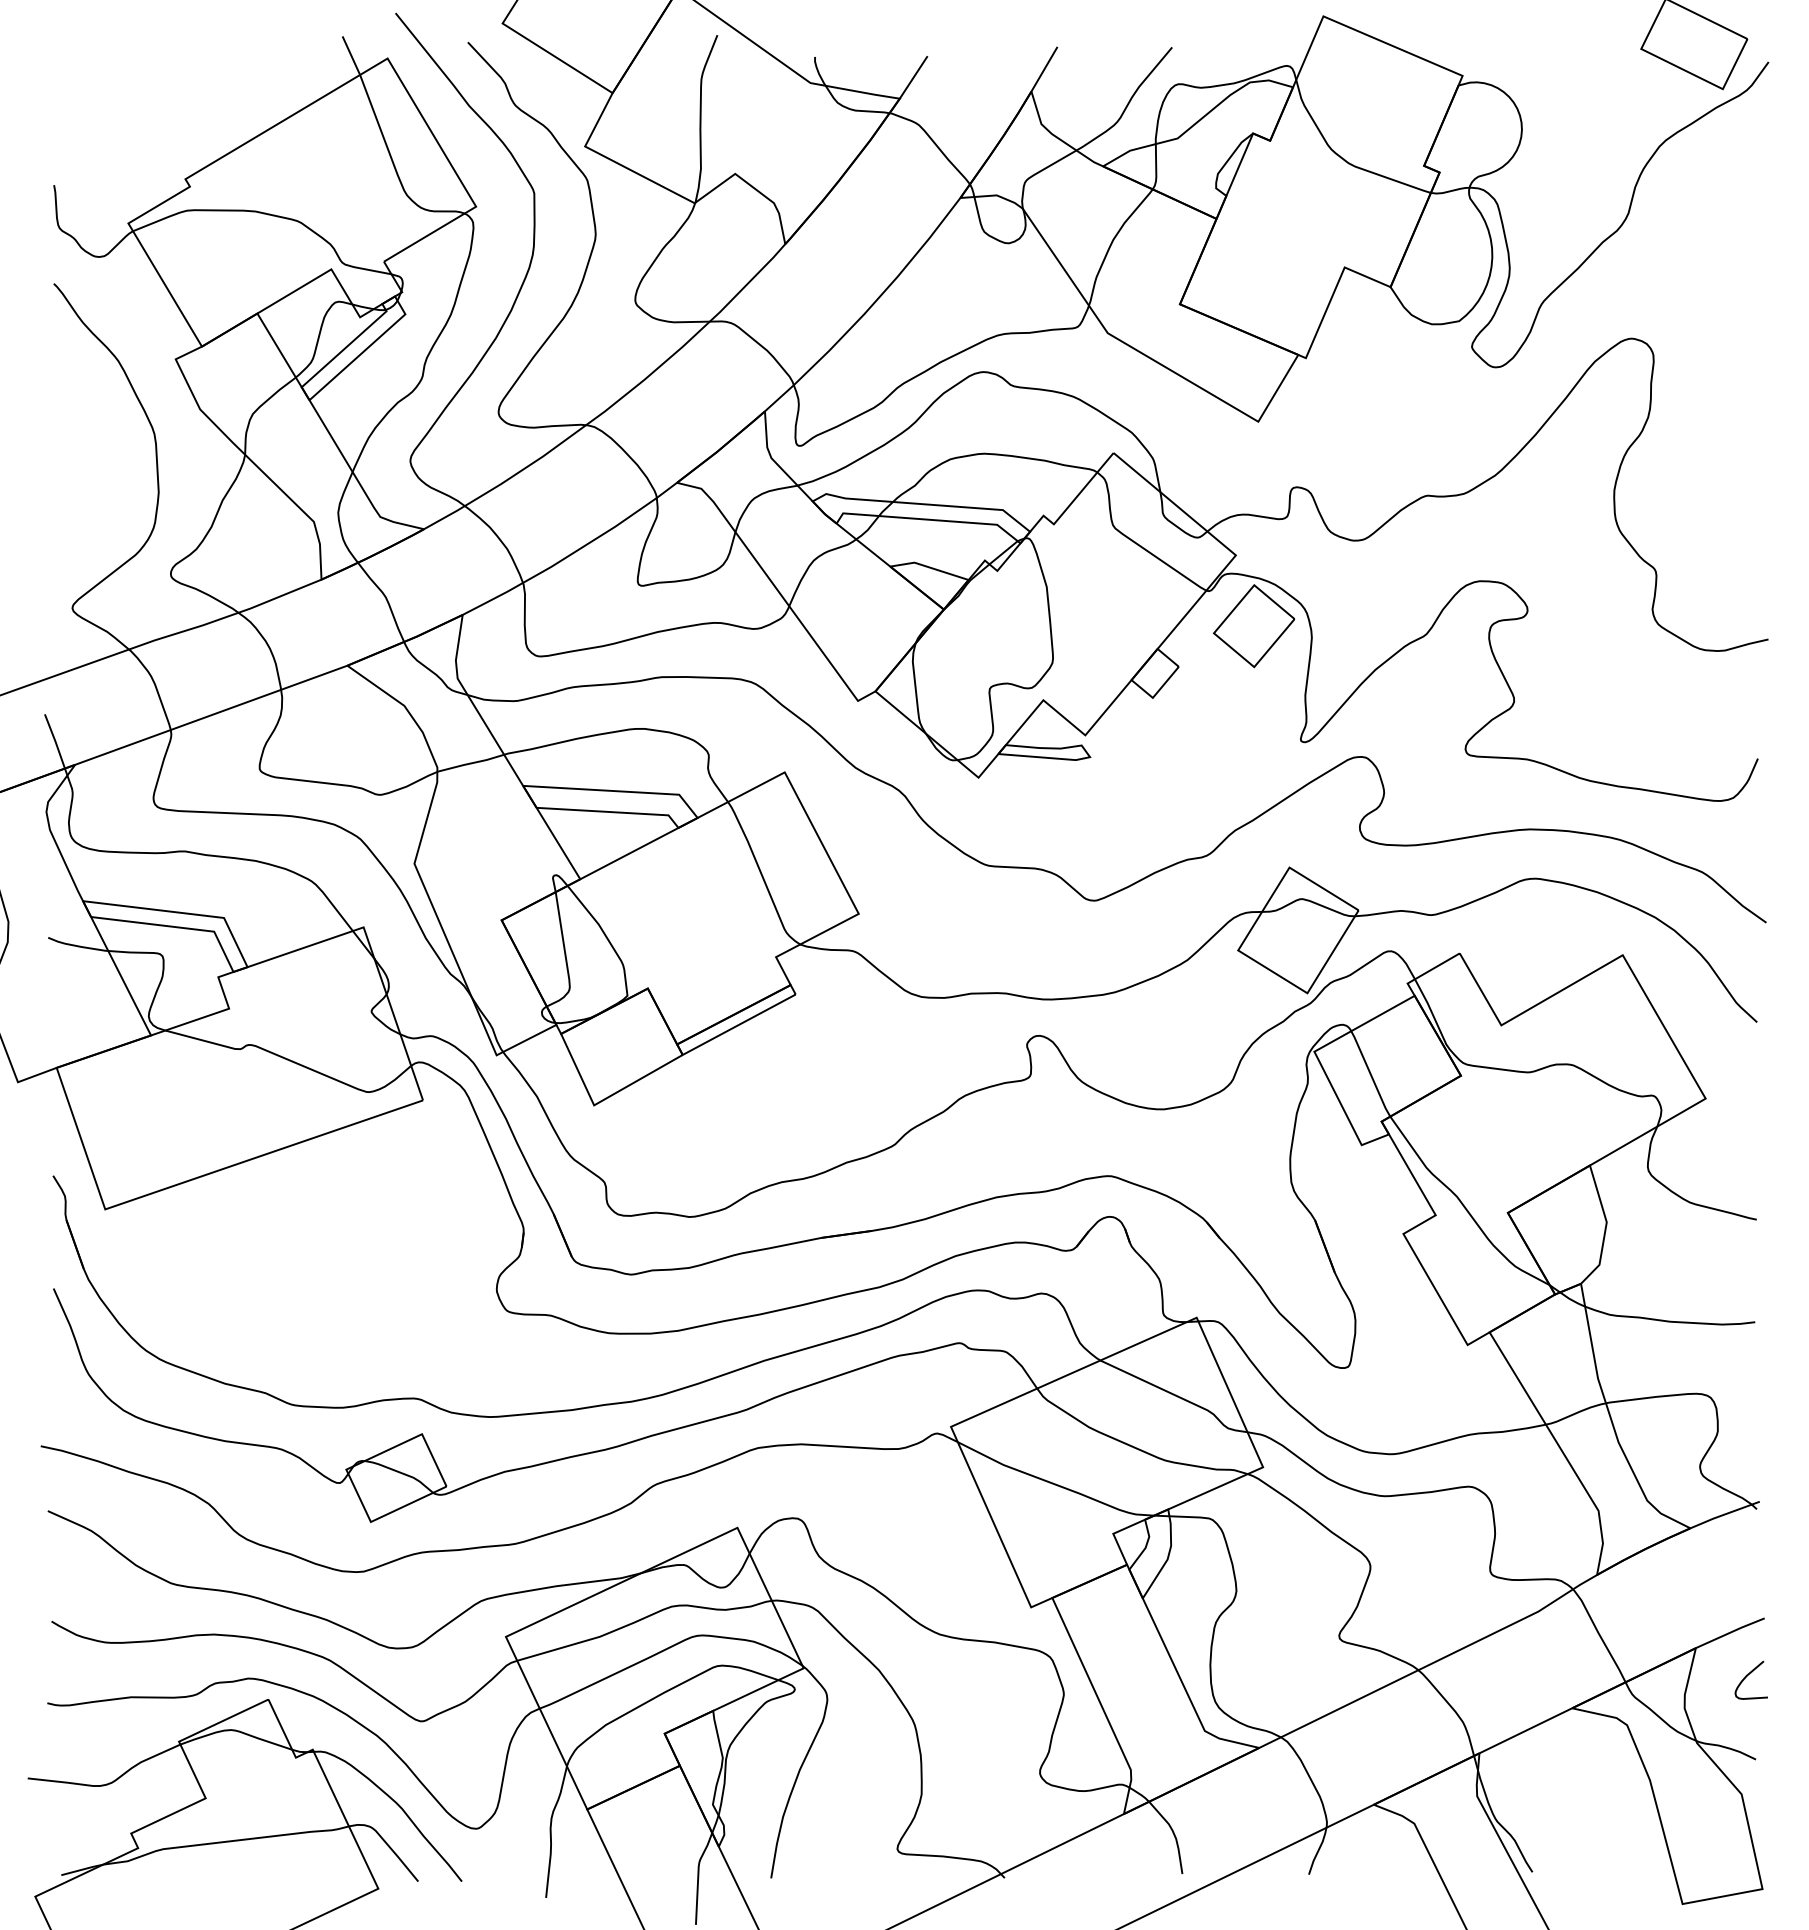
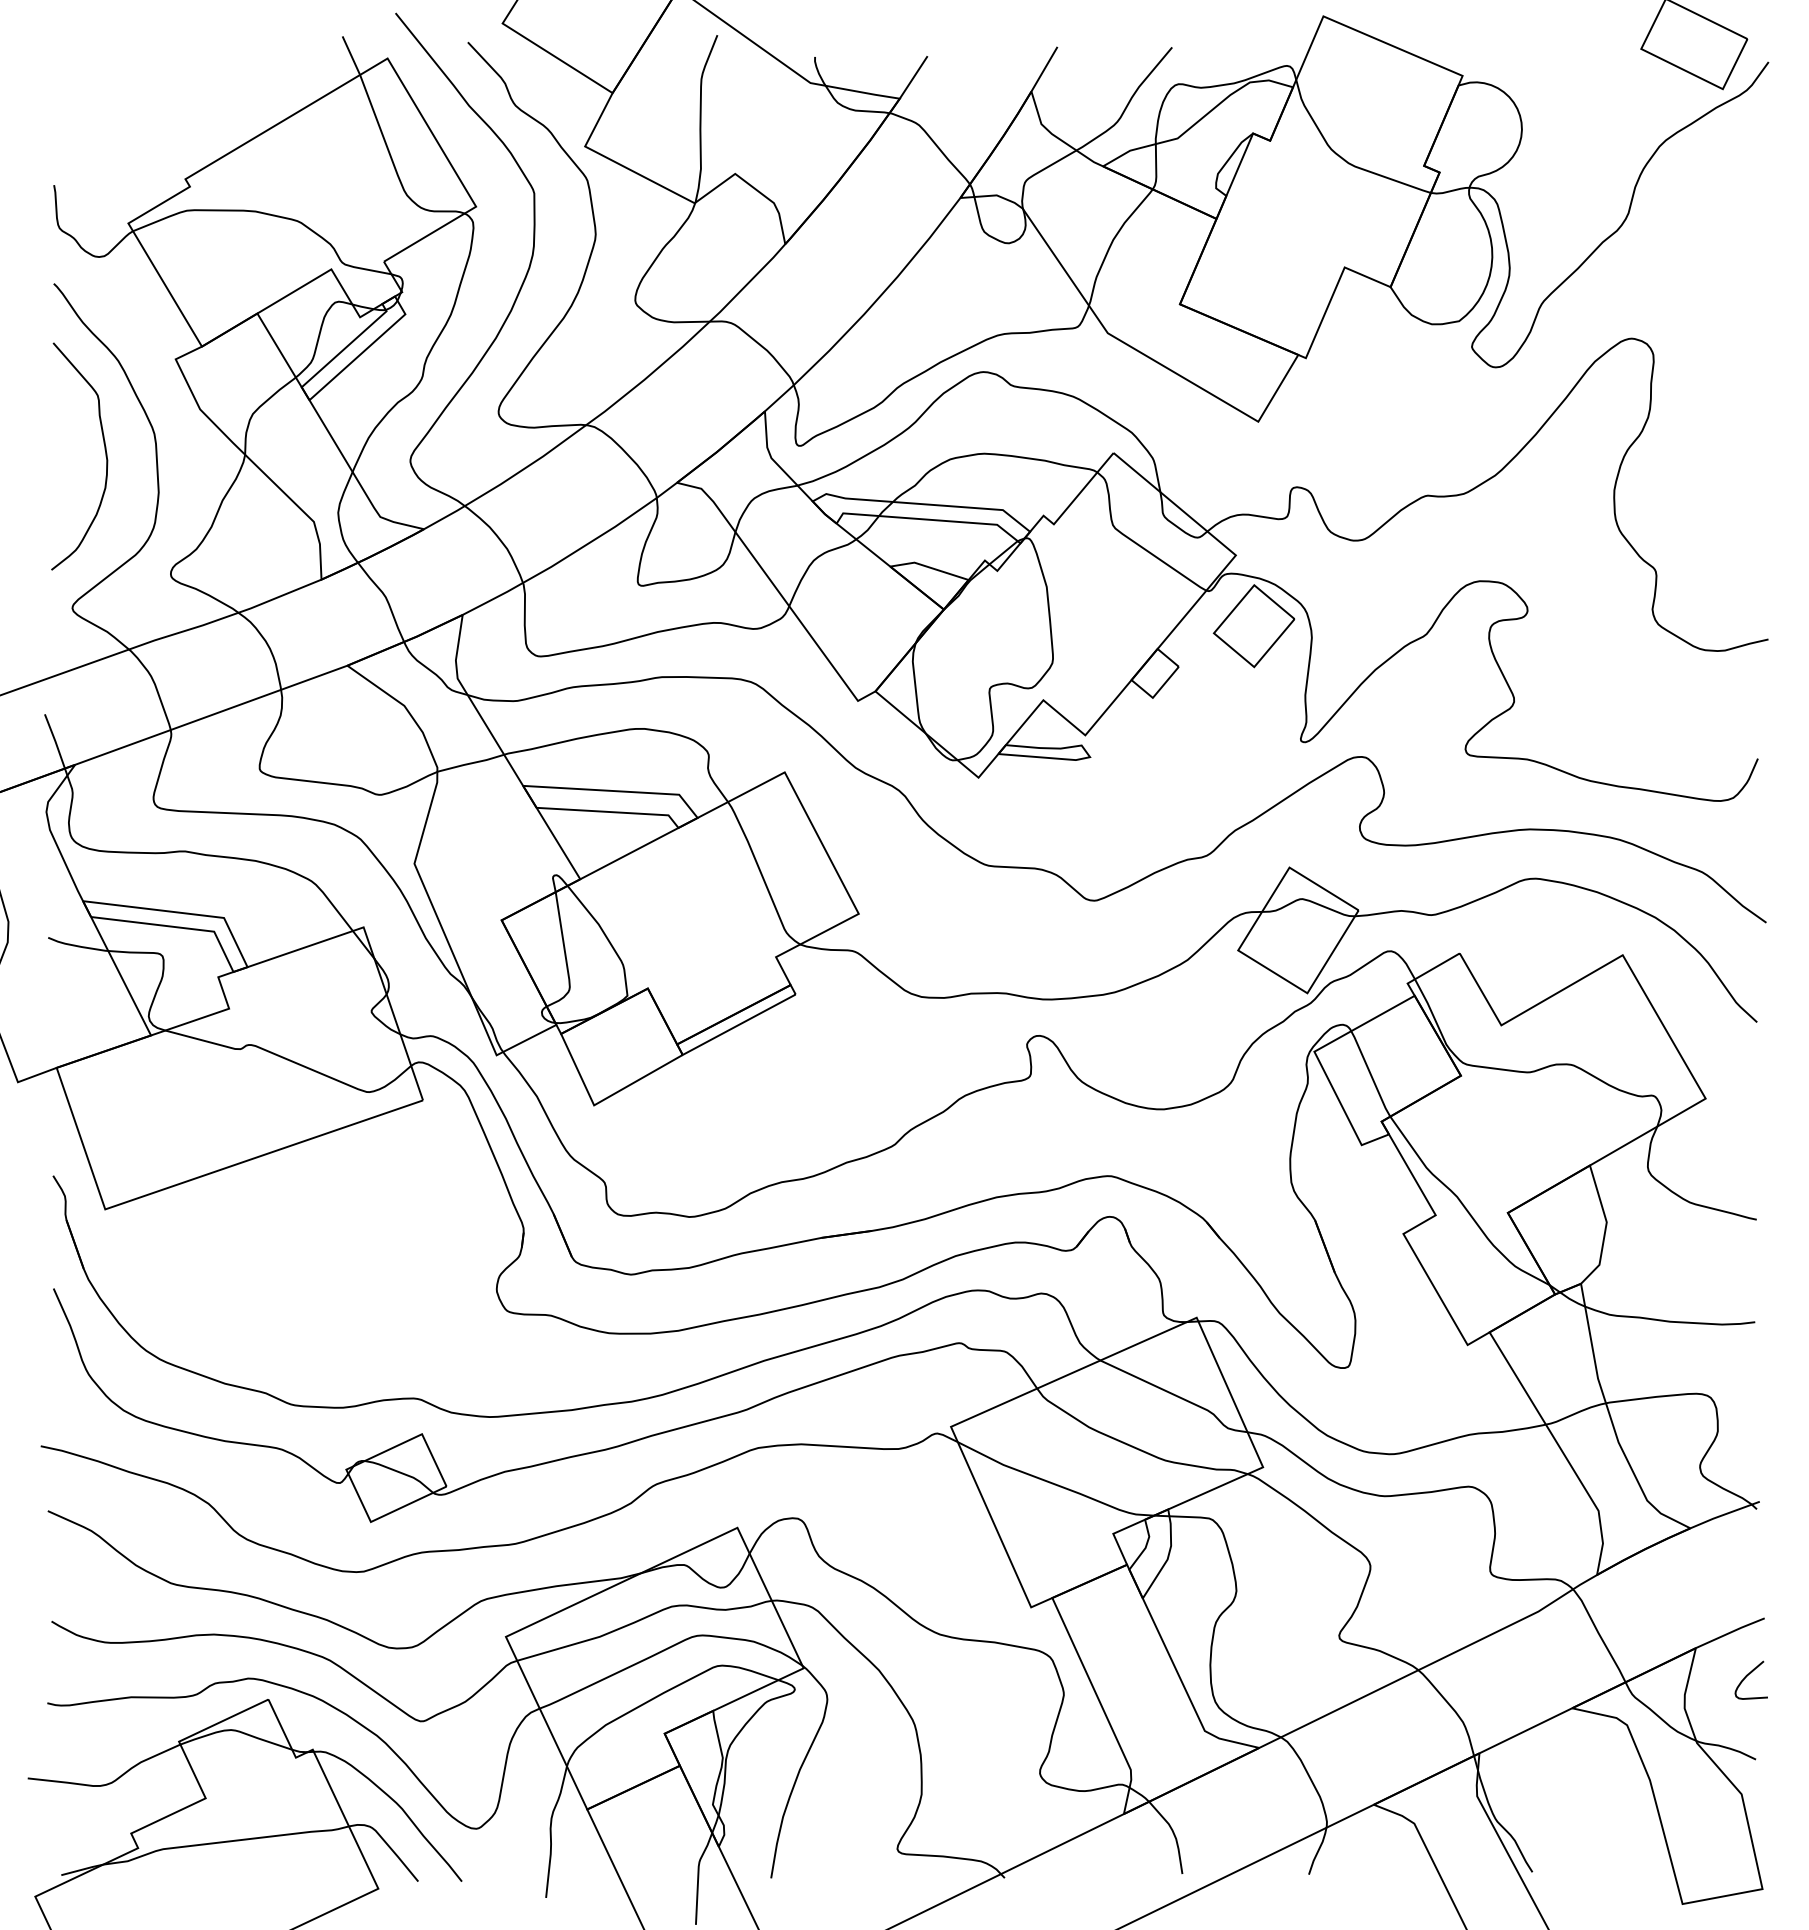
curve at (104, 449): none -> present
